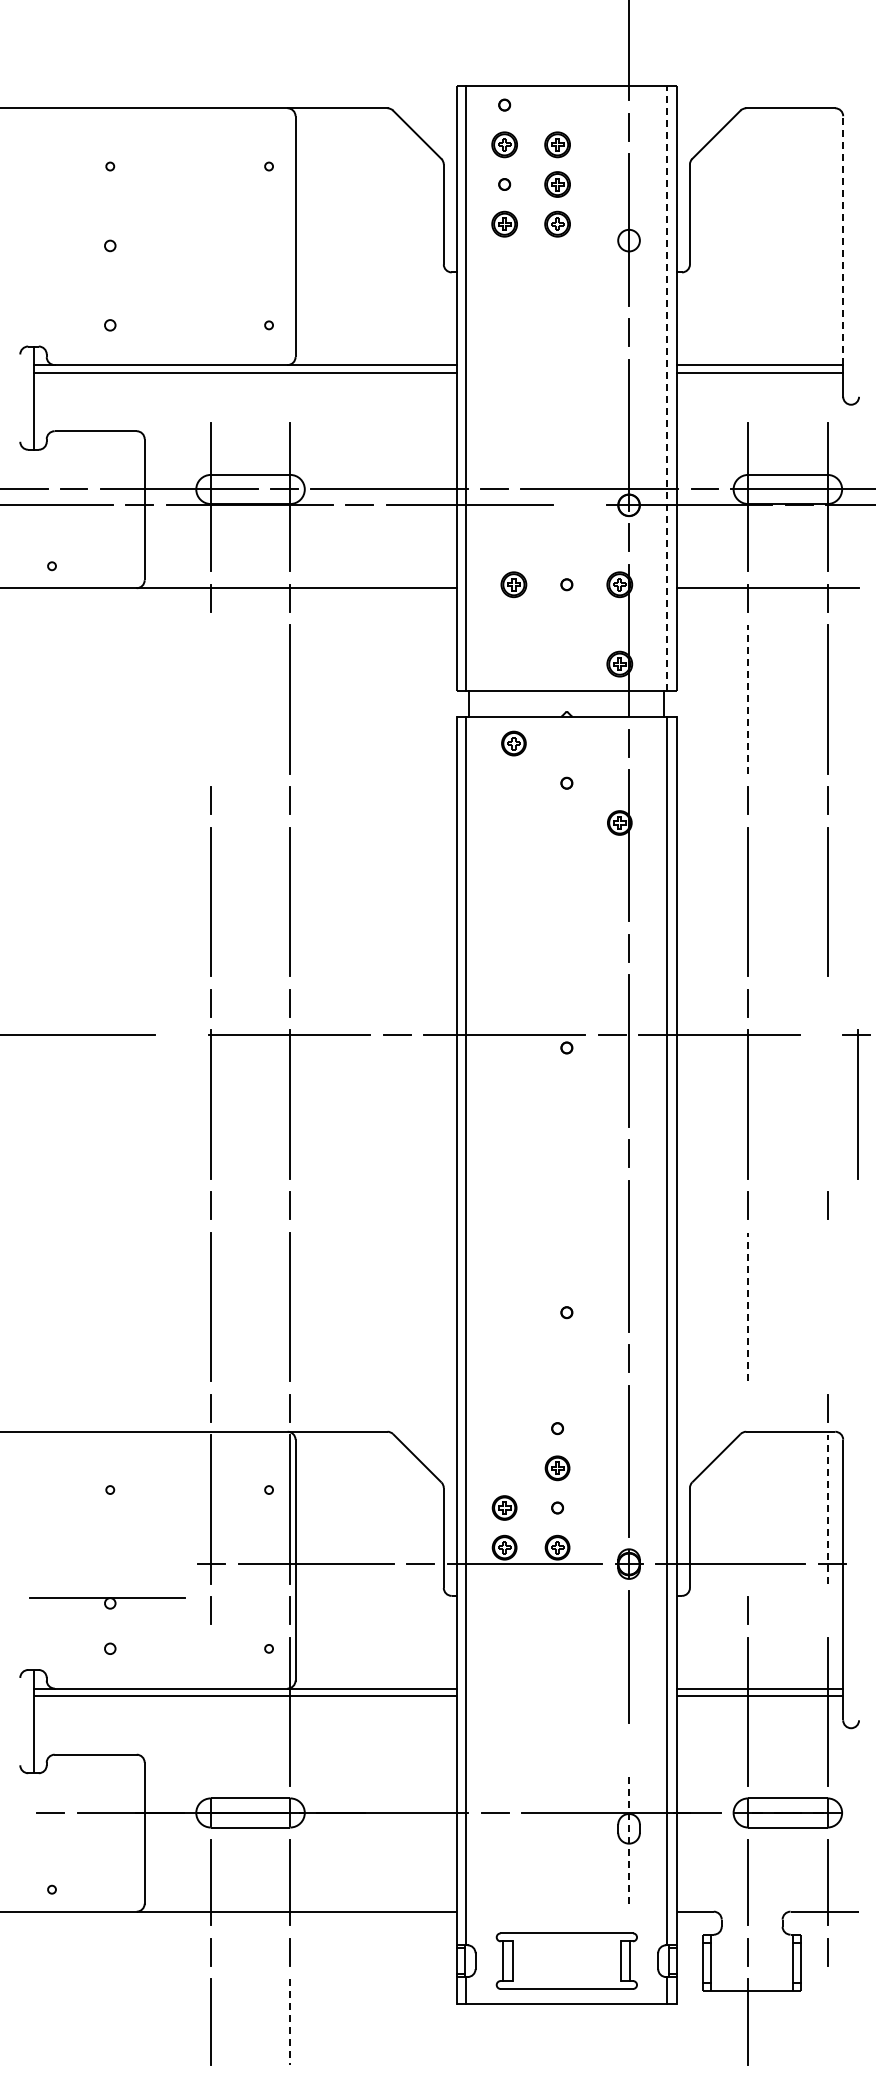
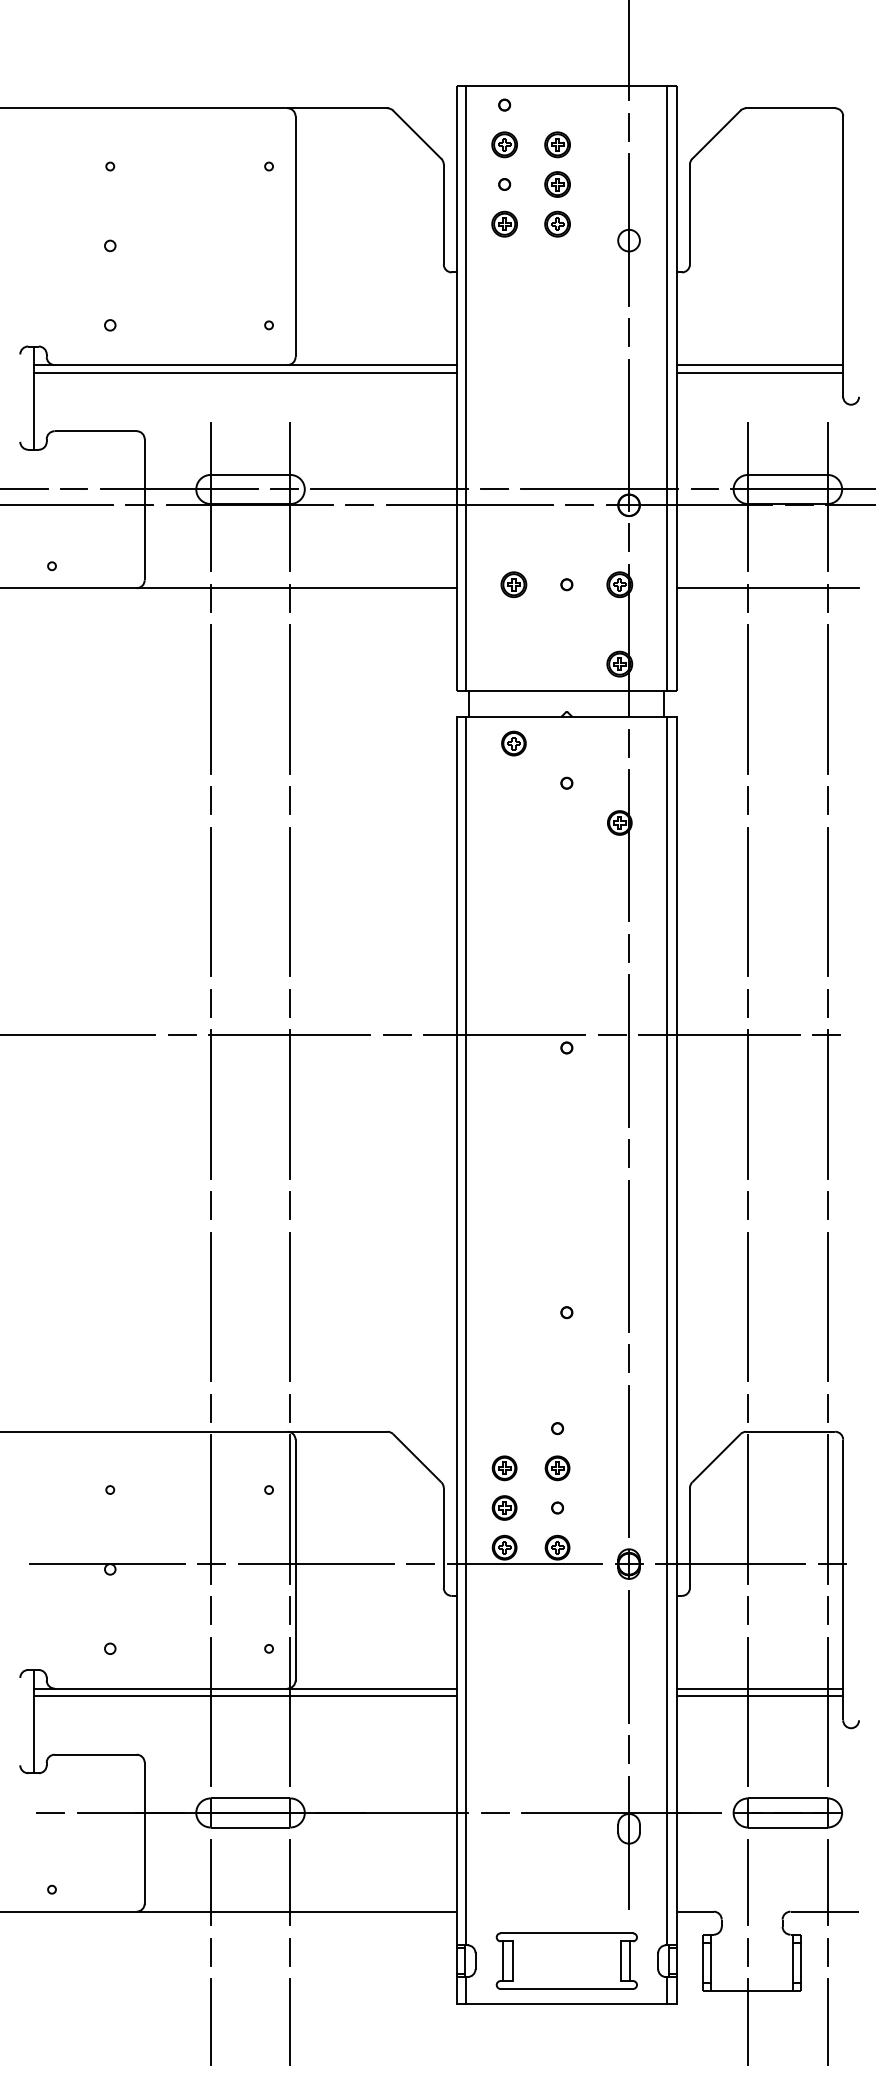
line at (843, 240): dashed -> solid
line at (667, 387): dashed -> solid
line at (579, 505): none -> present
line at (748, 698): dashed -> solid
line at (210, 699): none -> present
line at (827, 1002): none -> present
line at (182, 1034): none -> present
part at (856, 1104) position: (856, 1104) -> (826, 1104)
line at (748, 1306): dashed -> solid
line at (827, 1306): none -> present
line at (748, 1407): none -> present
part at (504, 1468): none -> present
line at (827, 1508): dashed -> solid
line at (748, 1509): none -> present
part at (107, 1603) position: (107, 1603) -> (107, 1569)
line at (827, 1610): none -> present
line at (210, 1711): none -> present
line at (629, 1749): none -> present
line at (629, 1842): dashed -> solid
line at (827, 2021): none -> present
line at (290, 2022): dashed -> solid
